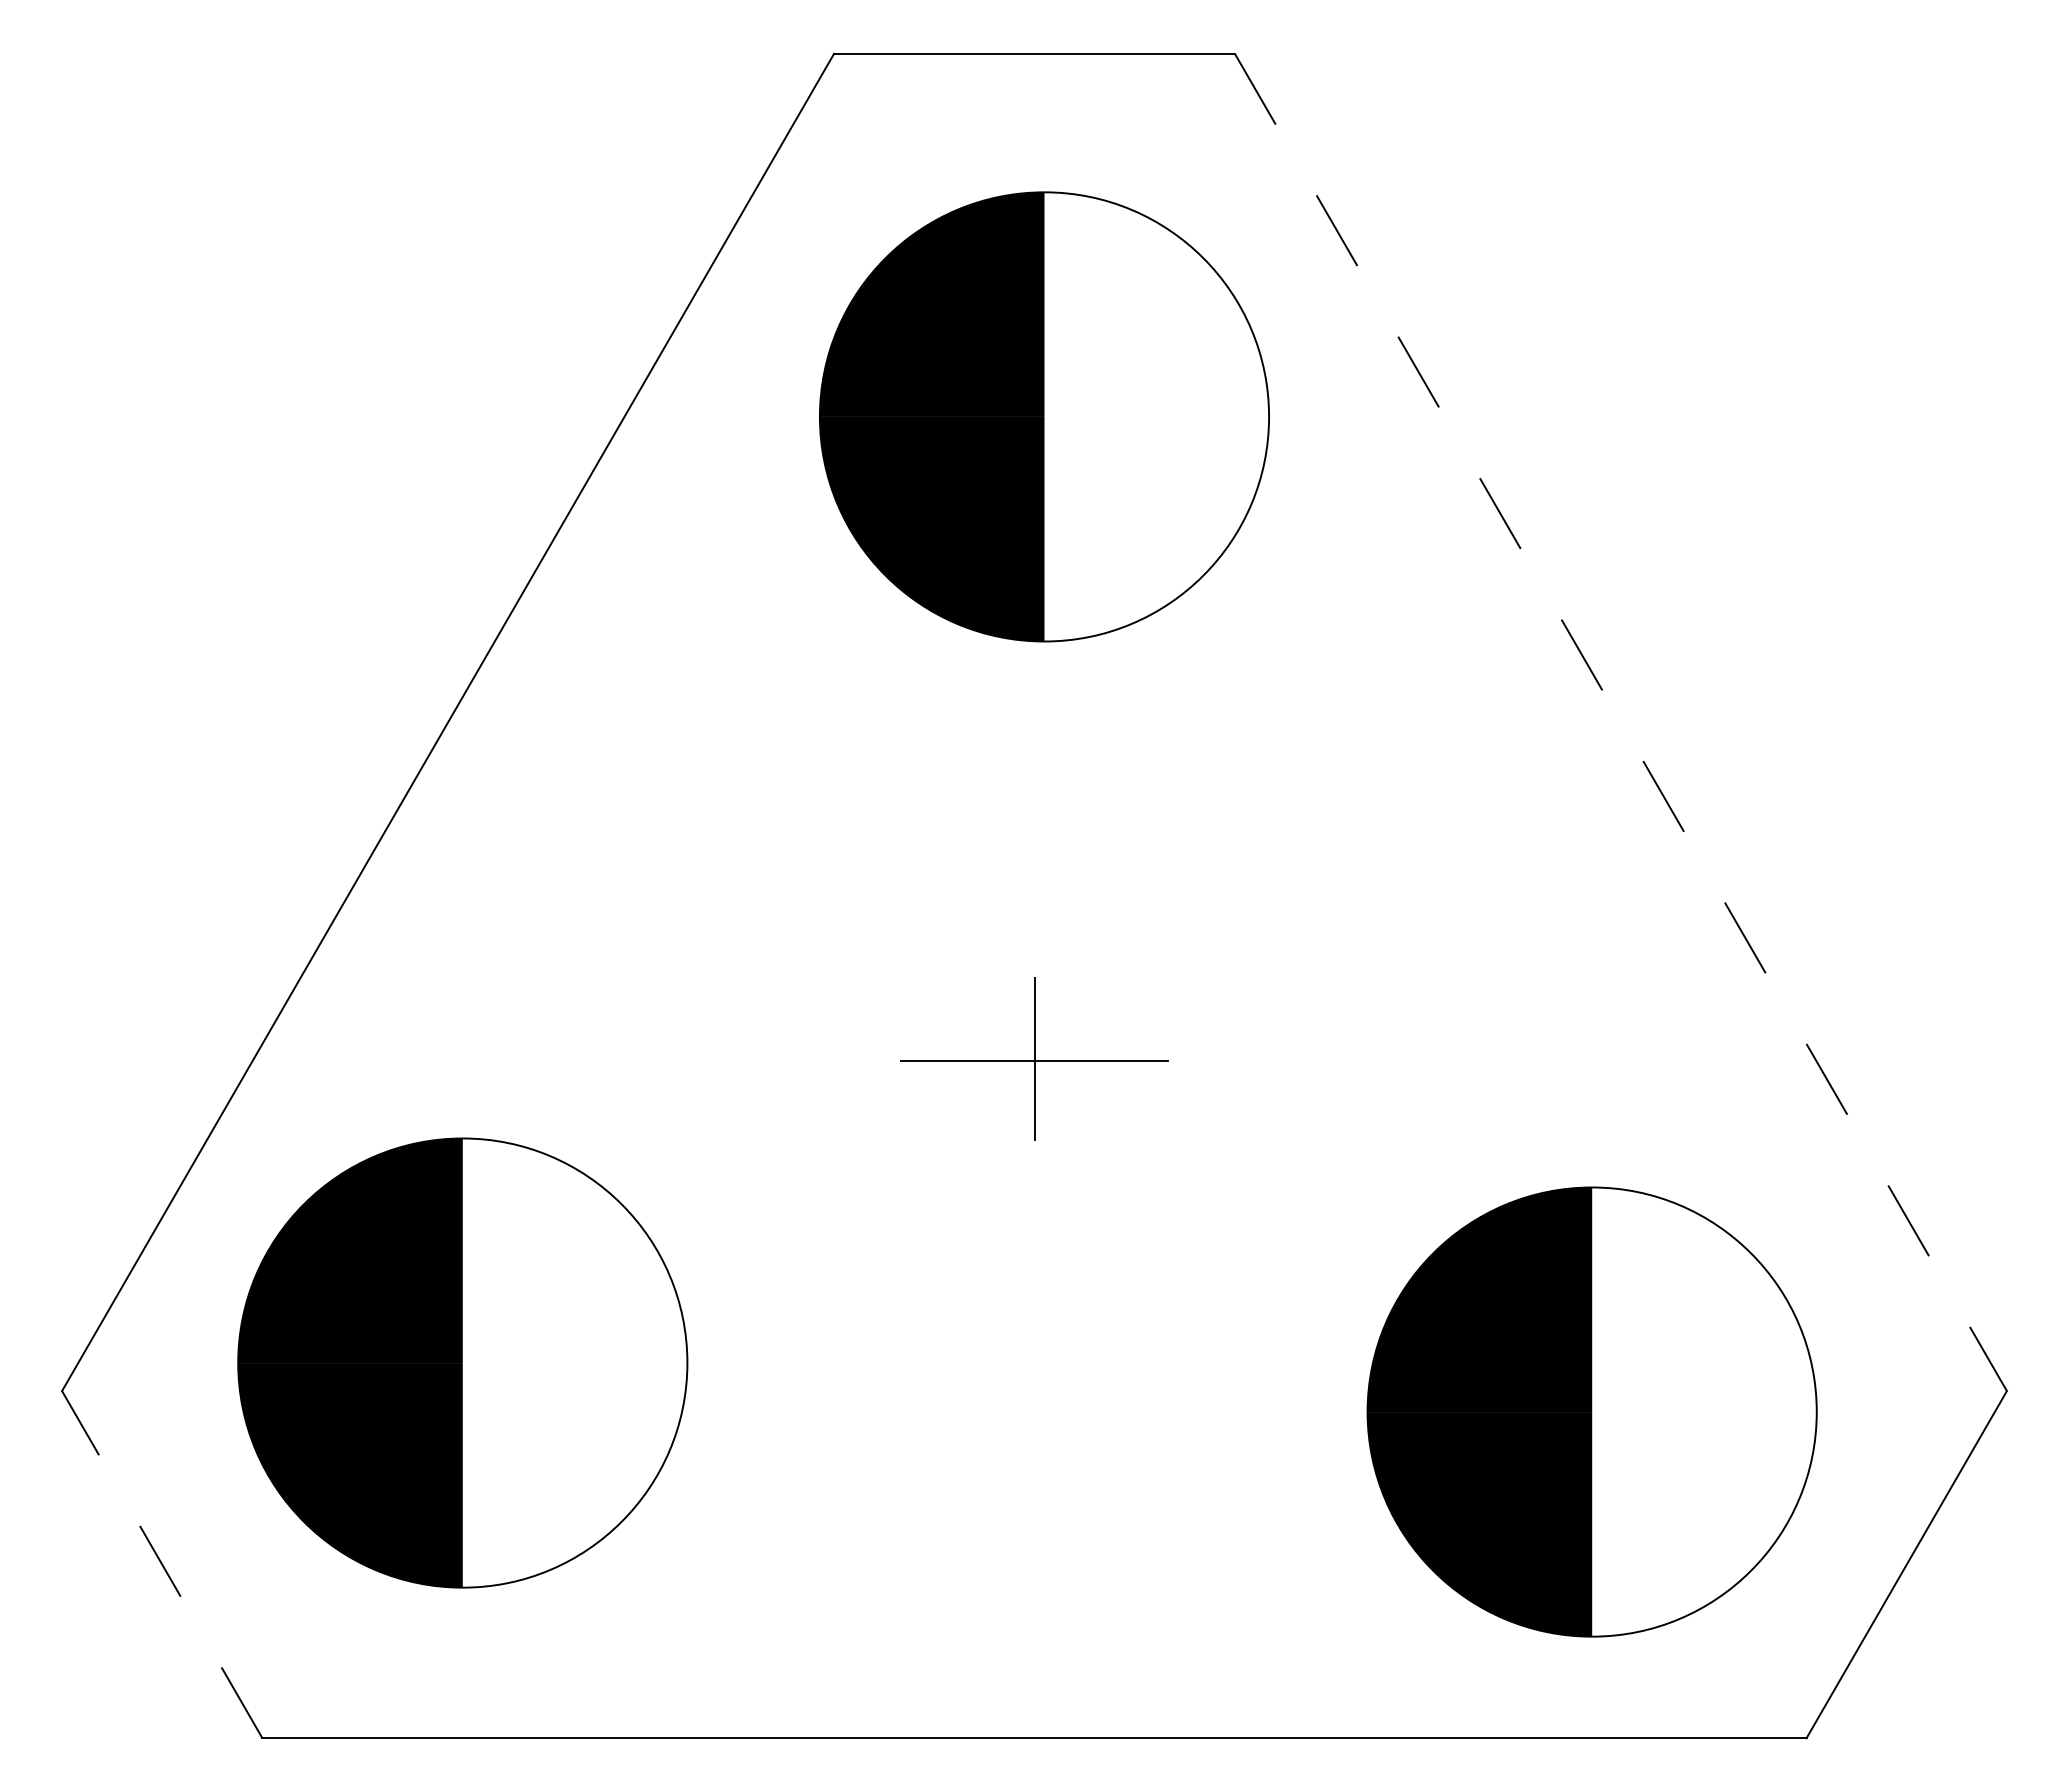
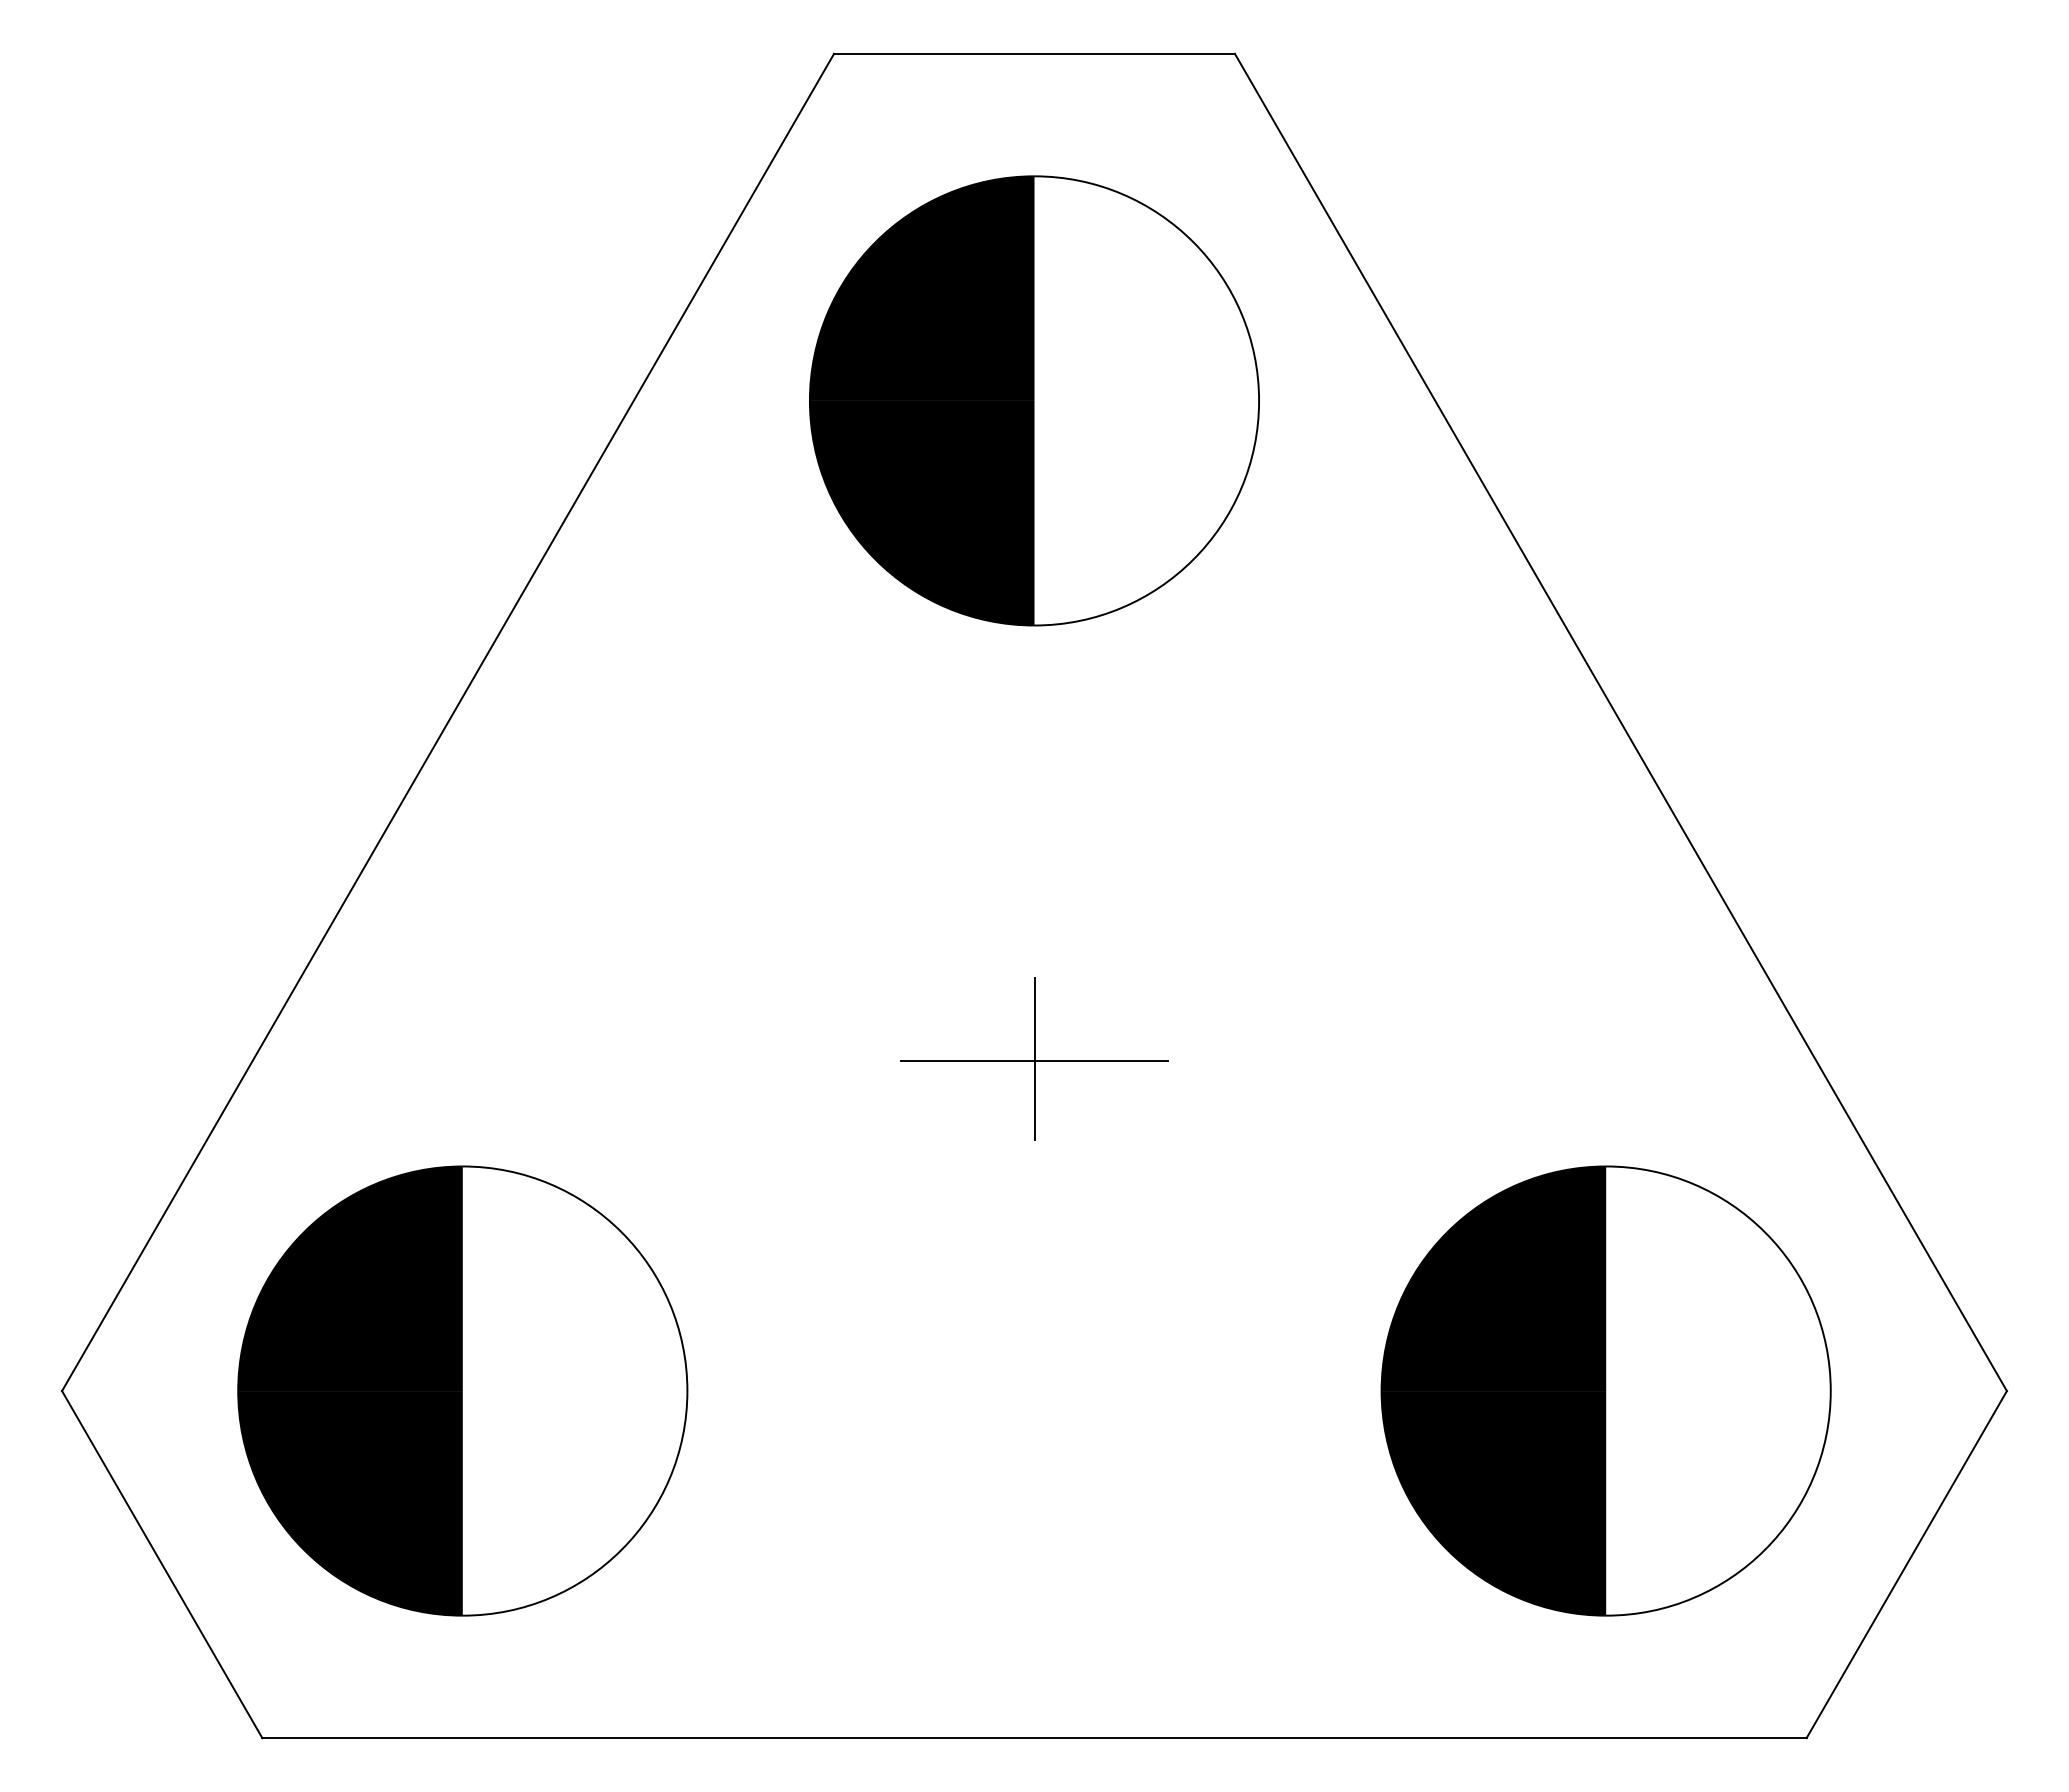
part at (1044, 416) position: (1044, 416) -> (1034, 400)
line at (1621, 722): dashed -> solid
part at (462, 1362) position: (462, 1362) -> (462, 1390)
part at (1591, 1411) position: (1591, 1411) -> (1605, 1390)
line at (161, 1564): dashed -> solid
